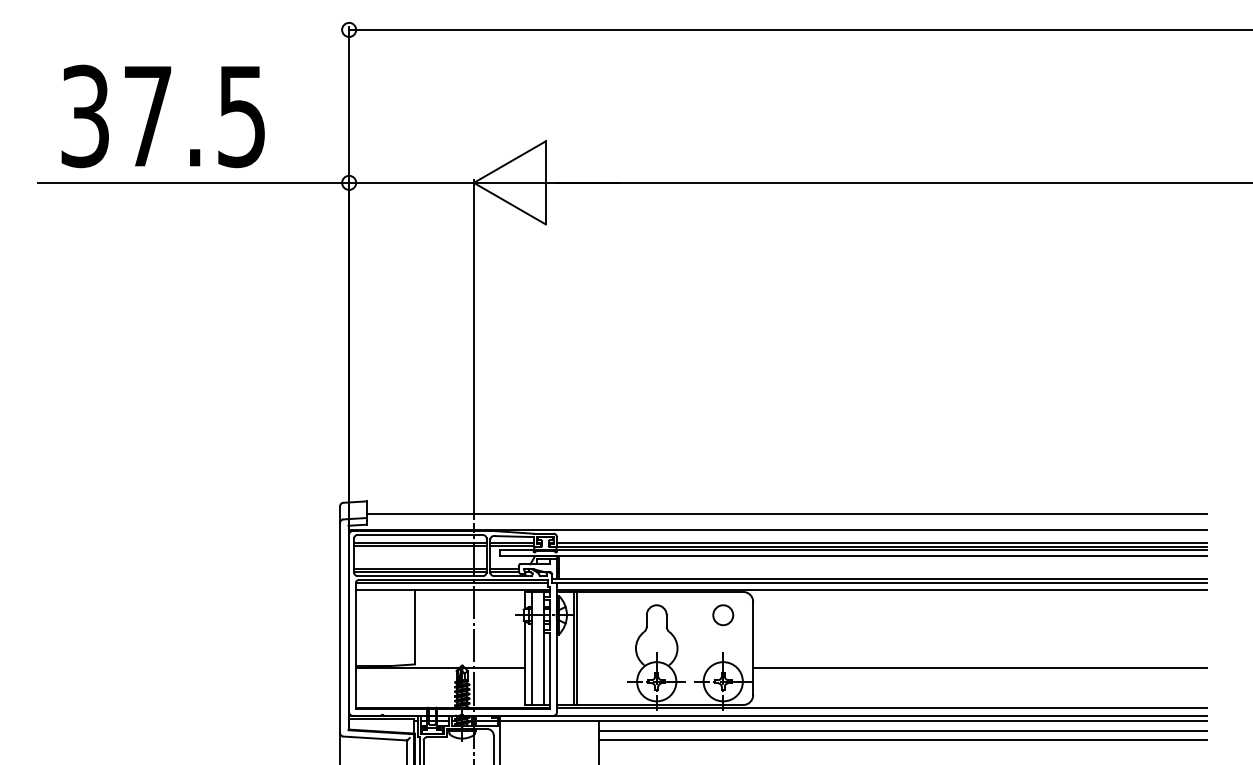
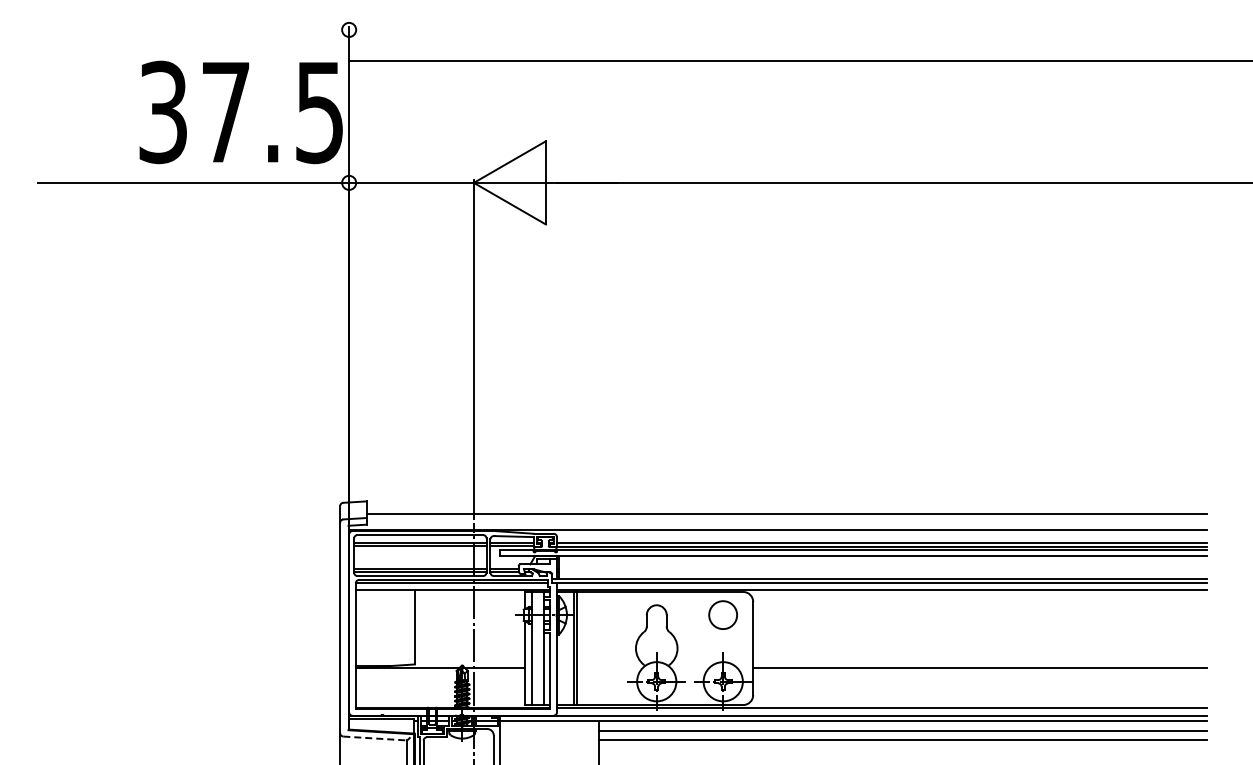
line at (799, 29) position: (799, 29) -> (799, 60)
text at (162, 116) position: (162, 116) -> (240, 112)
circle at (723, 615) size: 23x23 px -> 30x30 px
line at (375, 738): solid -> dashed
